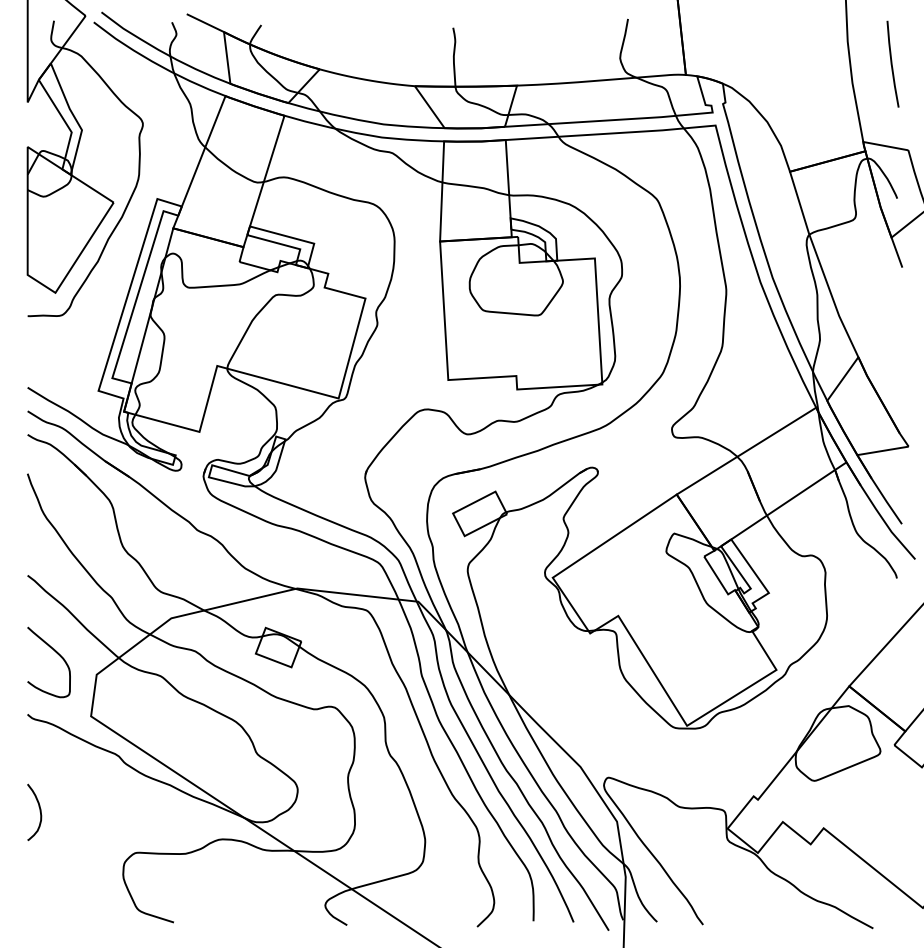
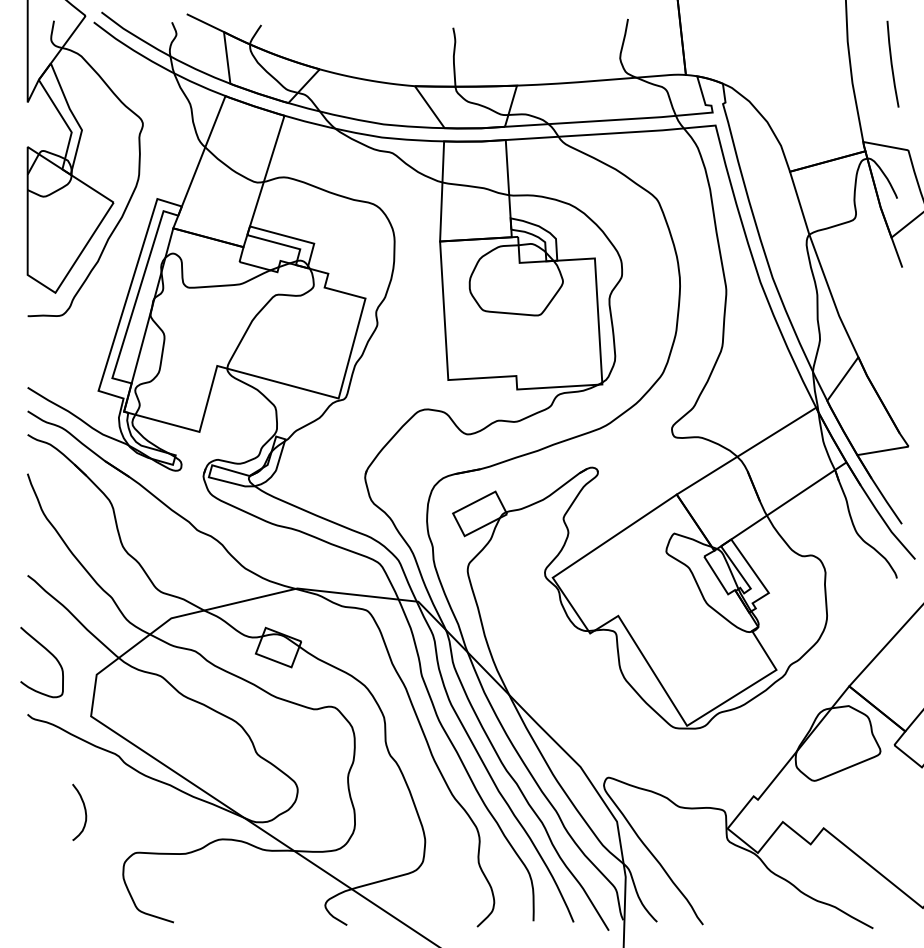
curve at (56, 653) position: (56, 653) -> (49, 653)
curve at (39, 811) position: (39, 811) -> (84, 811)
